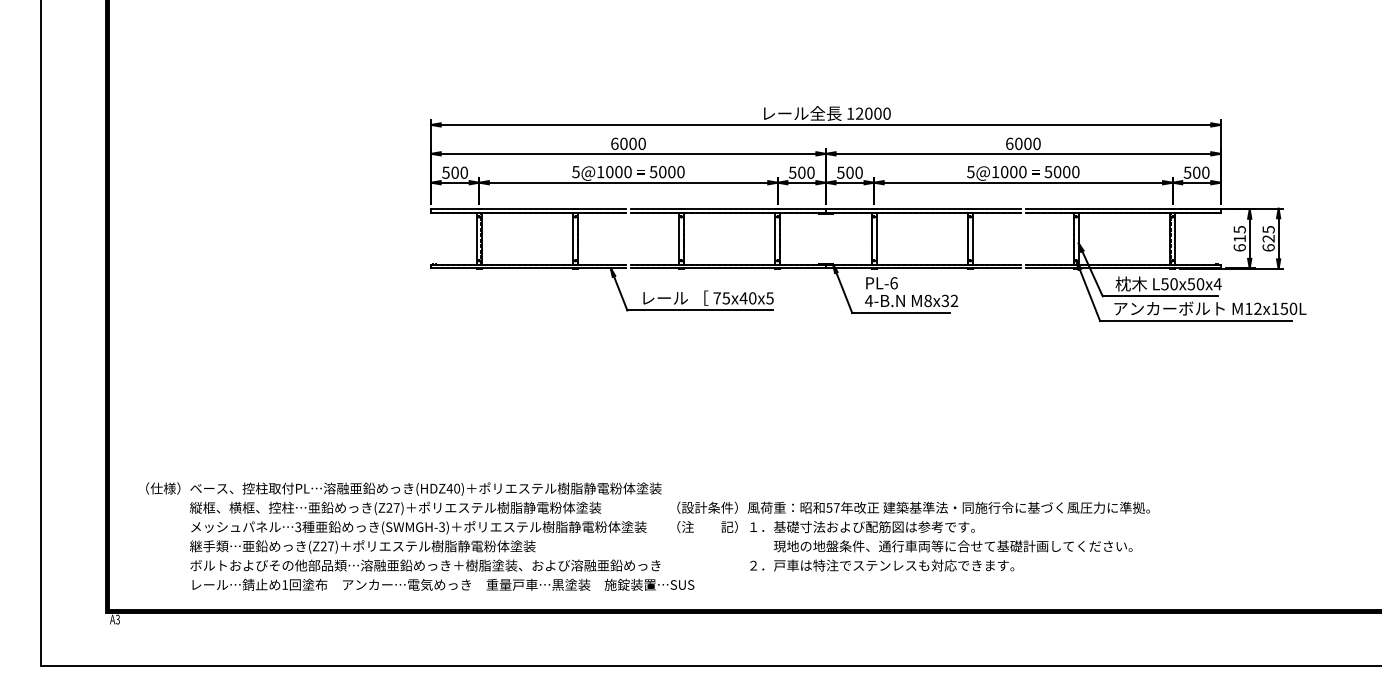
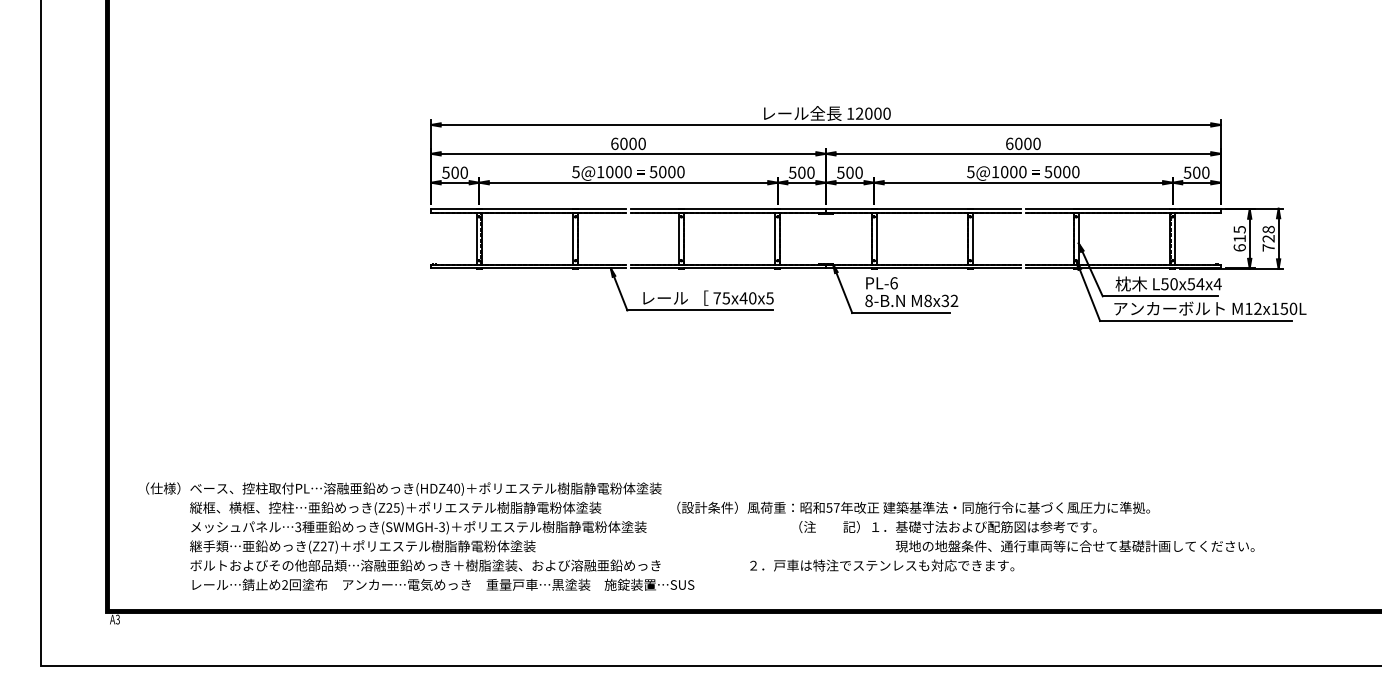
text at (1268, 238): 625 -> 728
text at (1200, 284): L50x50x4 -> L50x54x4
text at (869, 300): 4-B.N -> 8-B.N
text at (396, 507): (Z27) -> (Z25)
text at (904, 536) position: (904, 536) -> (1026, 536)
text at (285, 584): 1 -> 2
